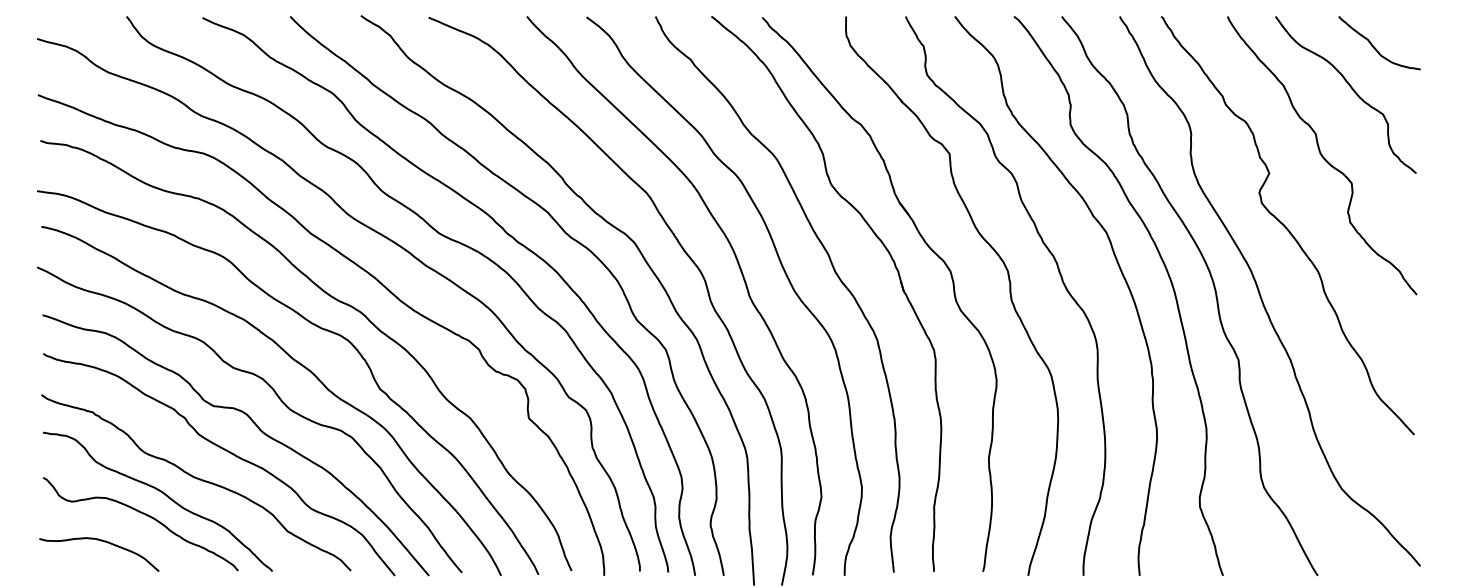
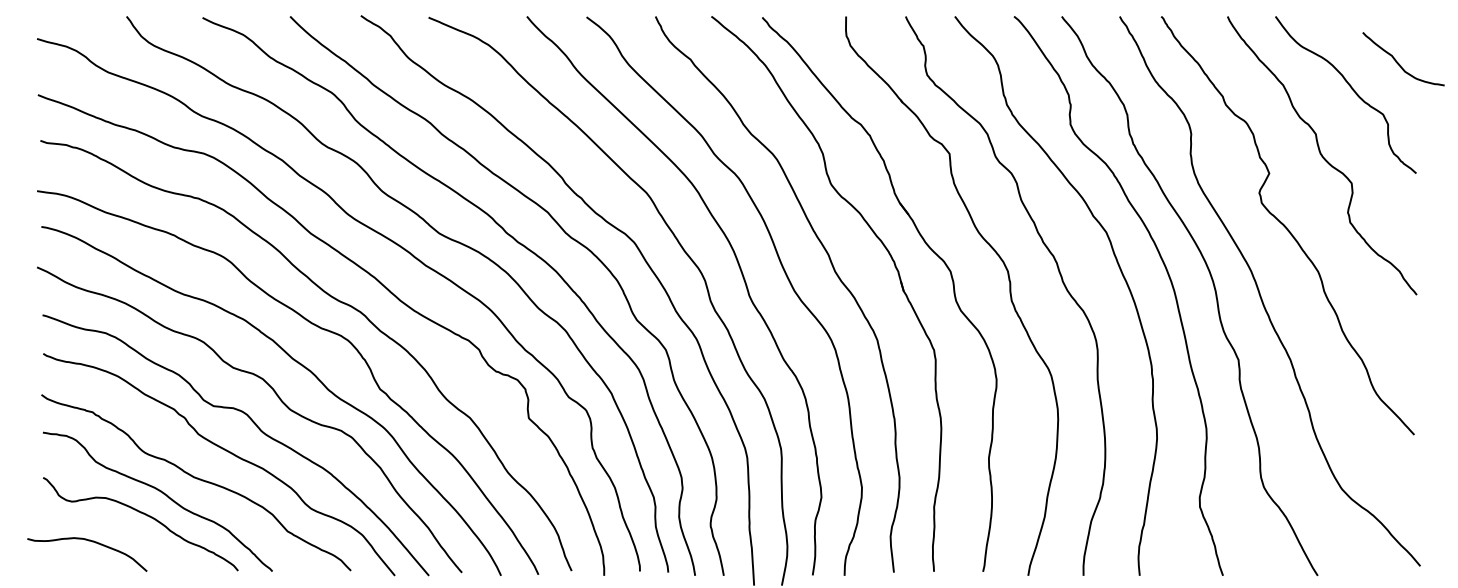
curve at (1375, 47) position: (1375, 47) -> (1399, 63)
curve at (104, 542) position: (104, 542) -> (92, 542)
